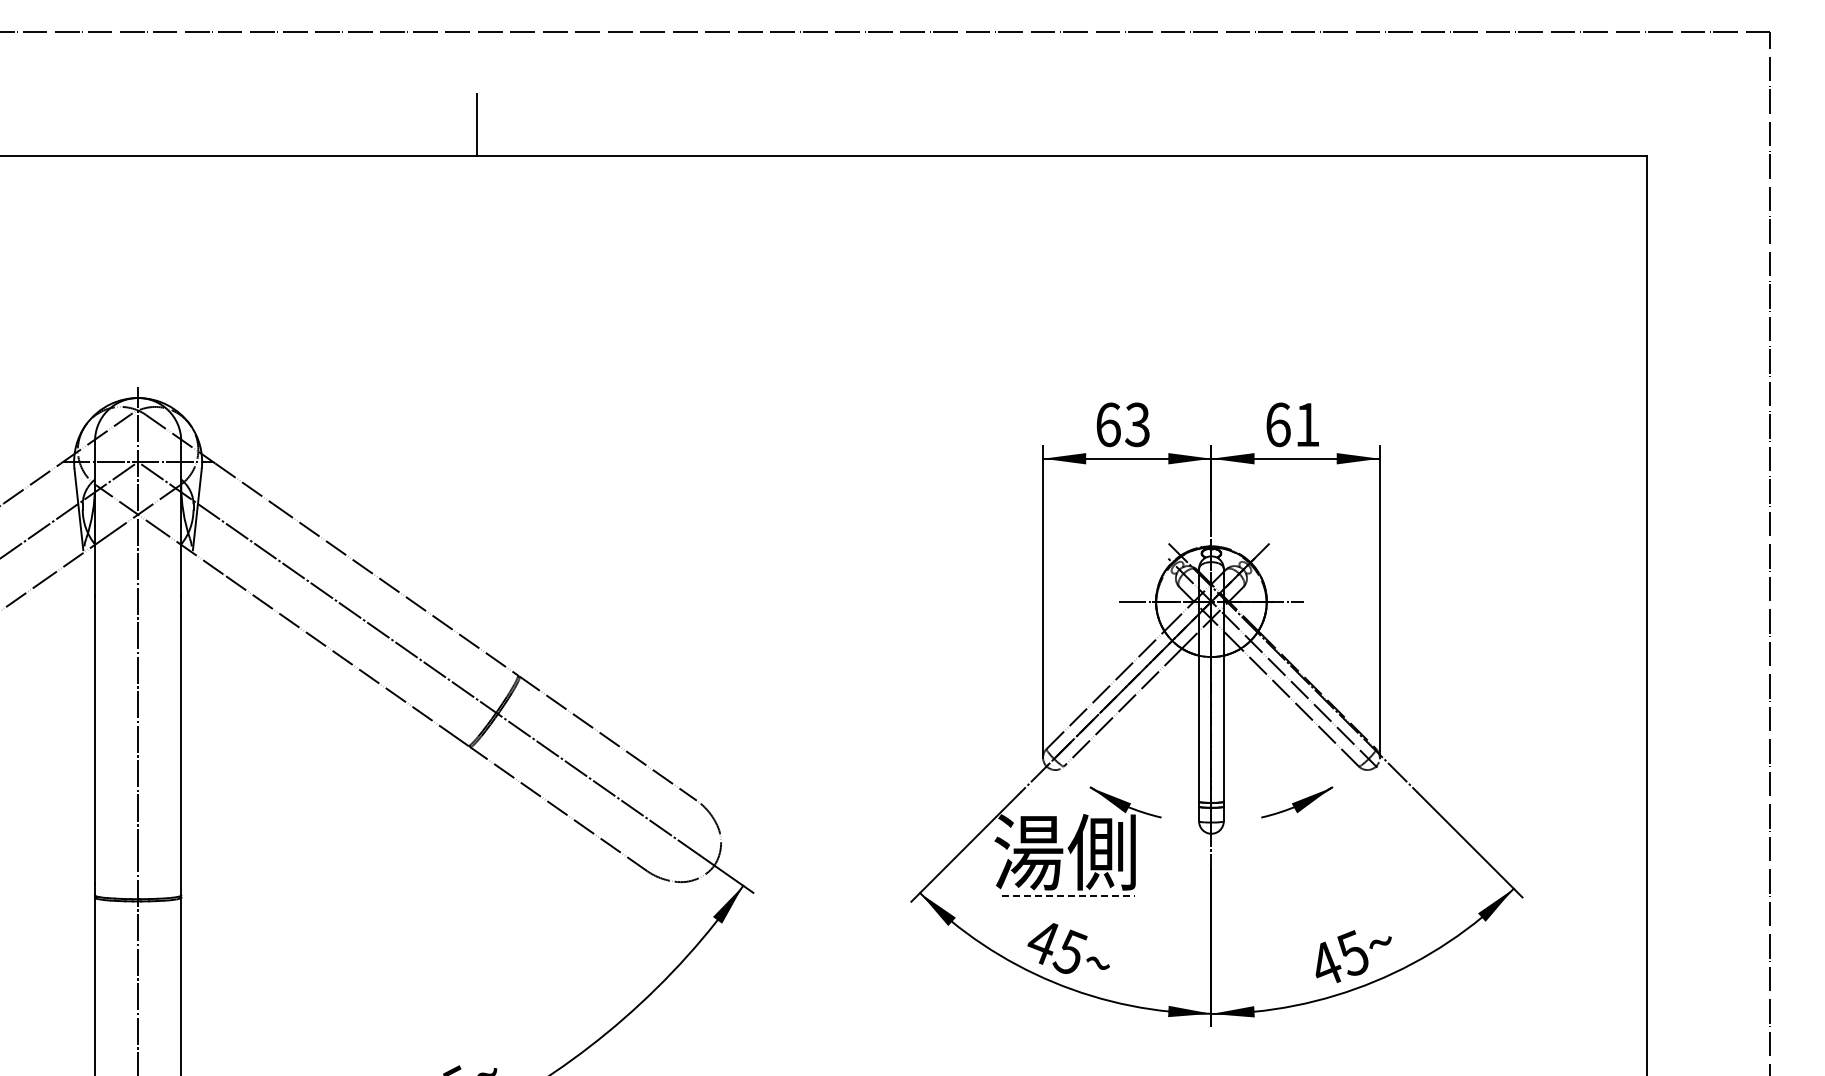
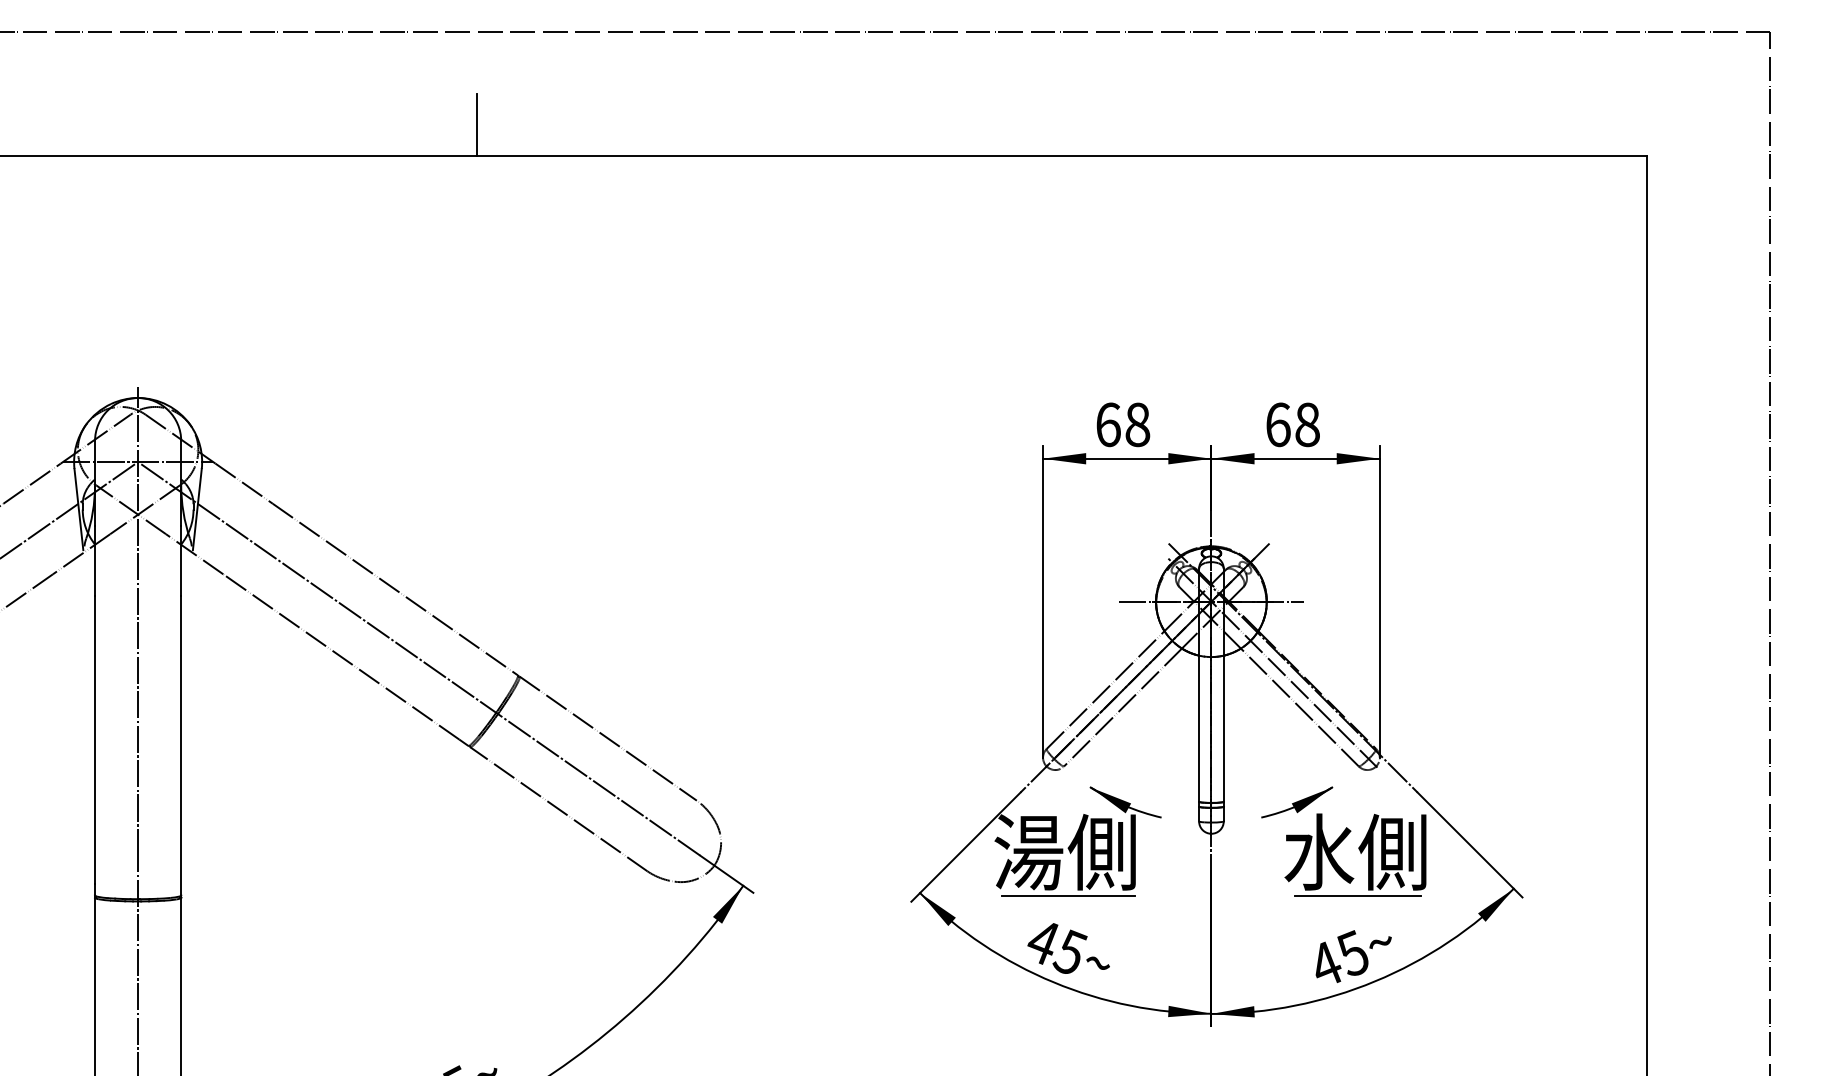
text at (1137, 424): 63 -> 68
text at (1307, 424): 61 -> 68
part at (1355, 854): none -> present
line at (1069, 896): dashed -> solid
